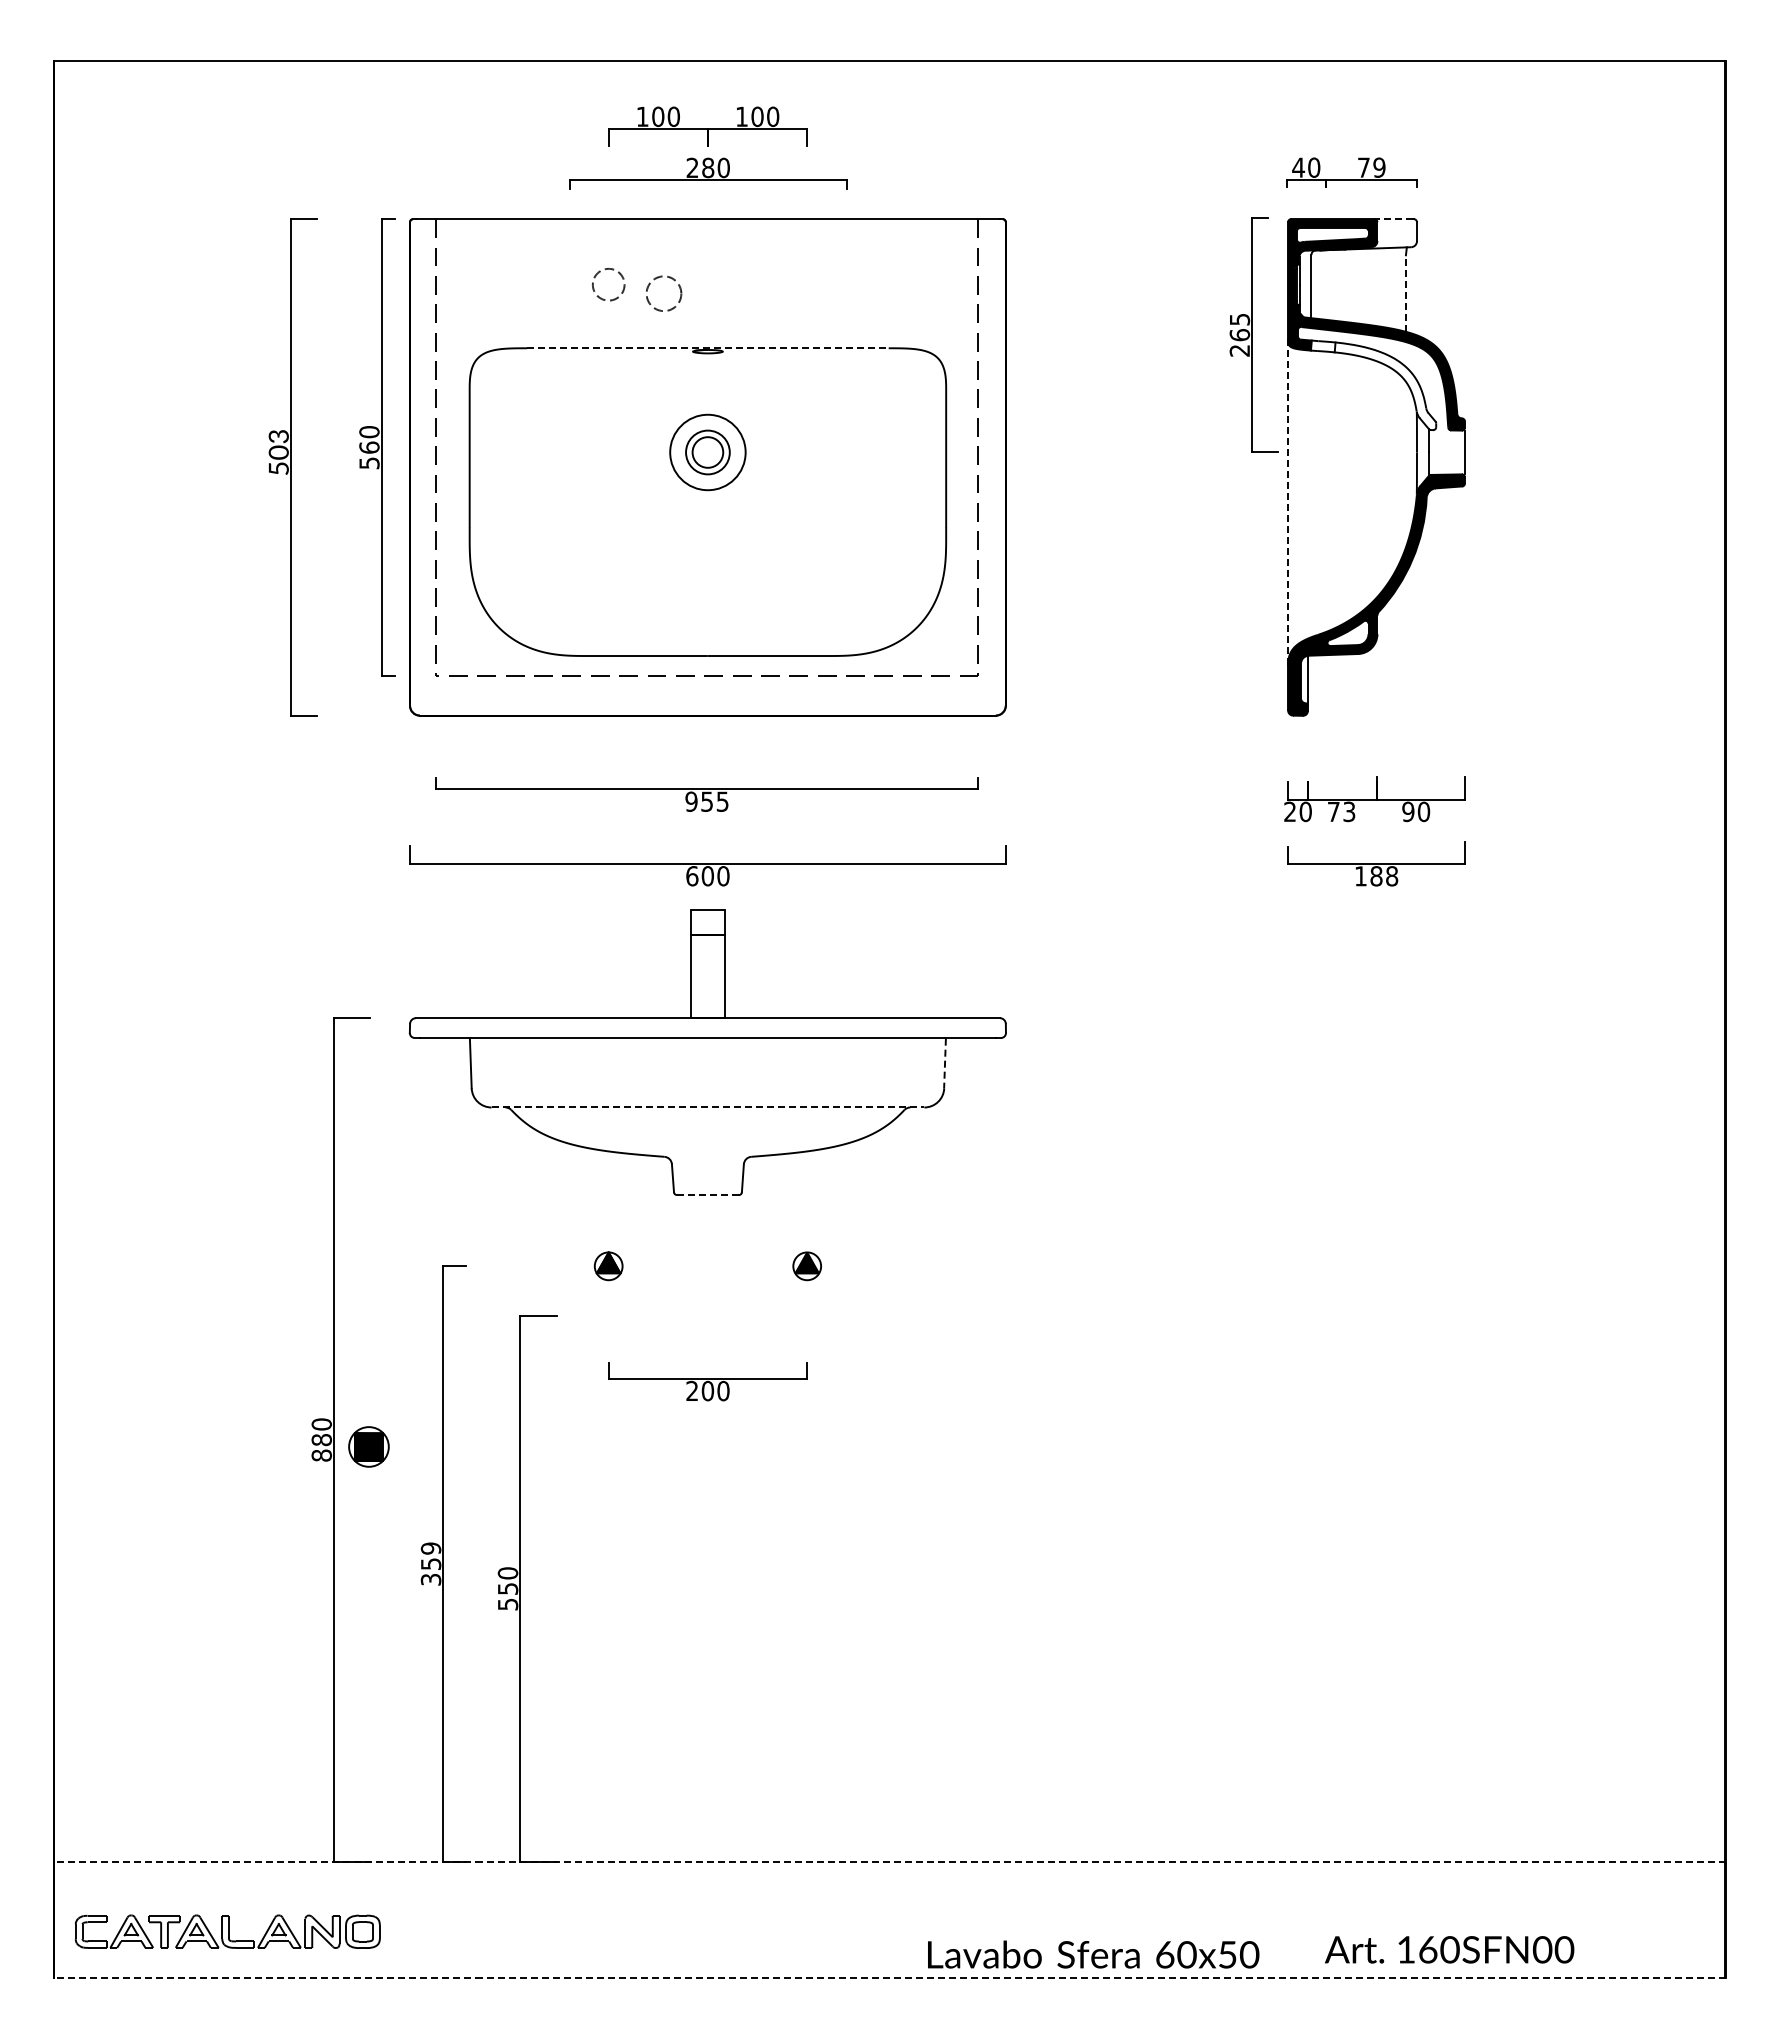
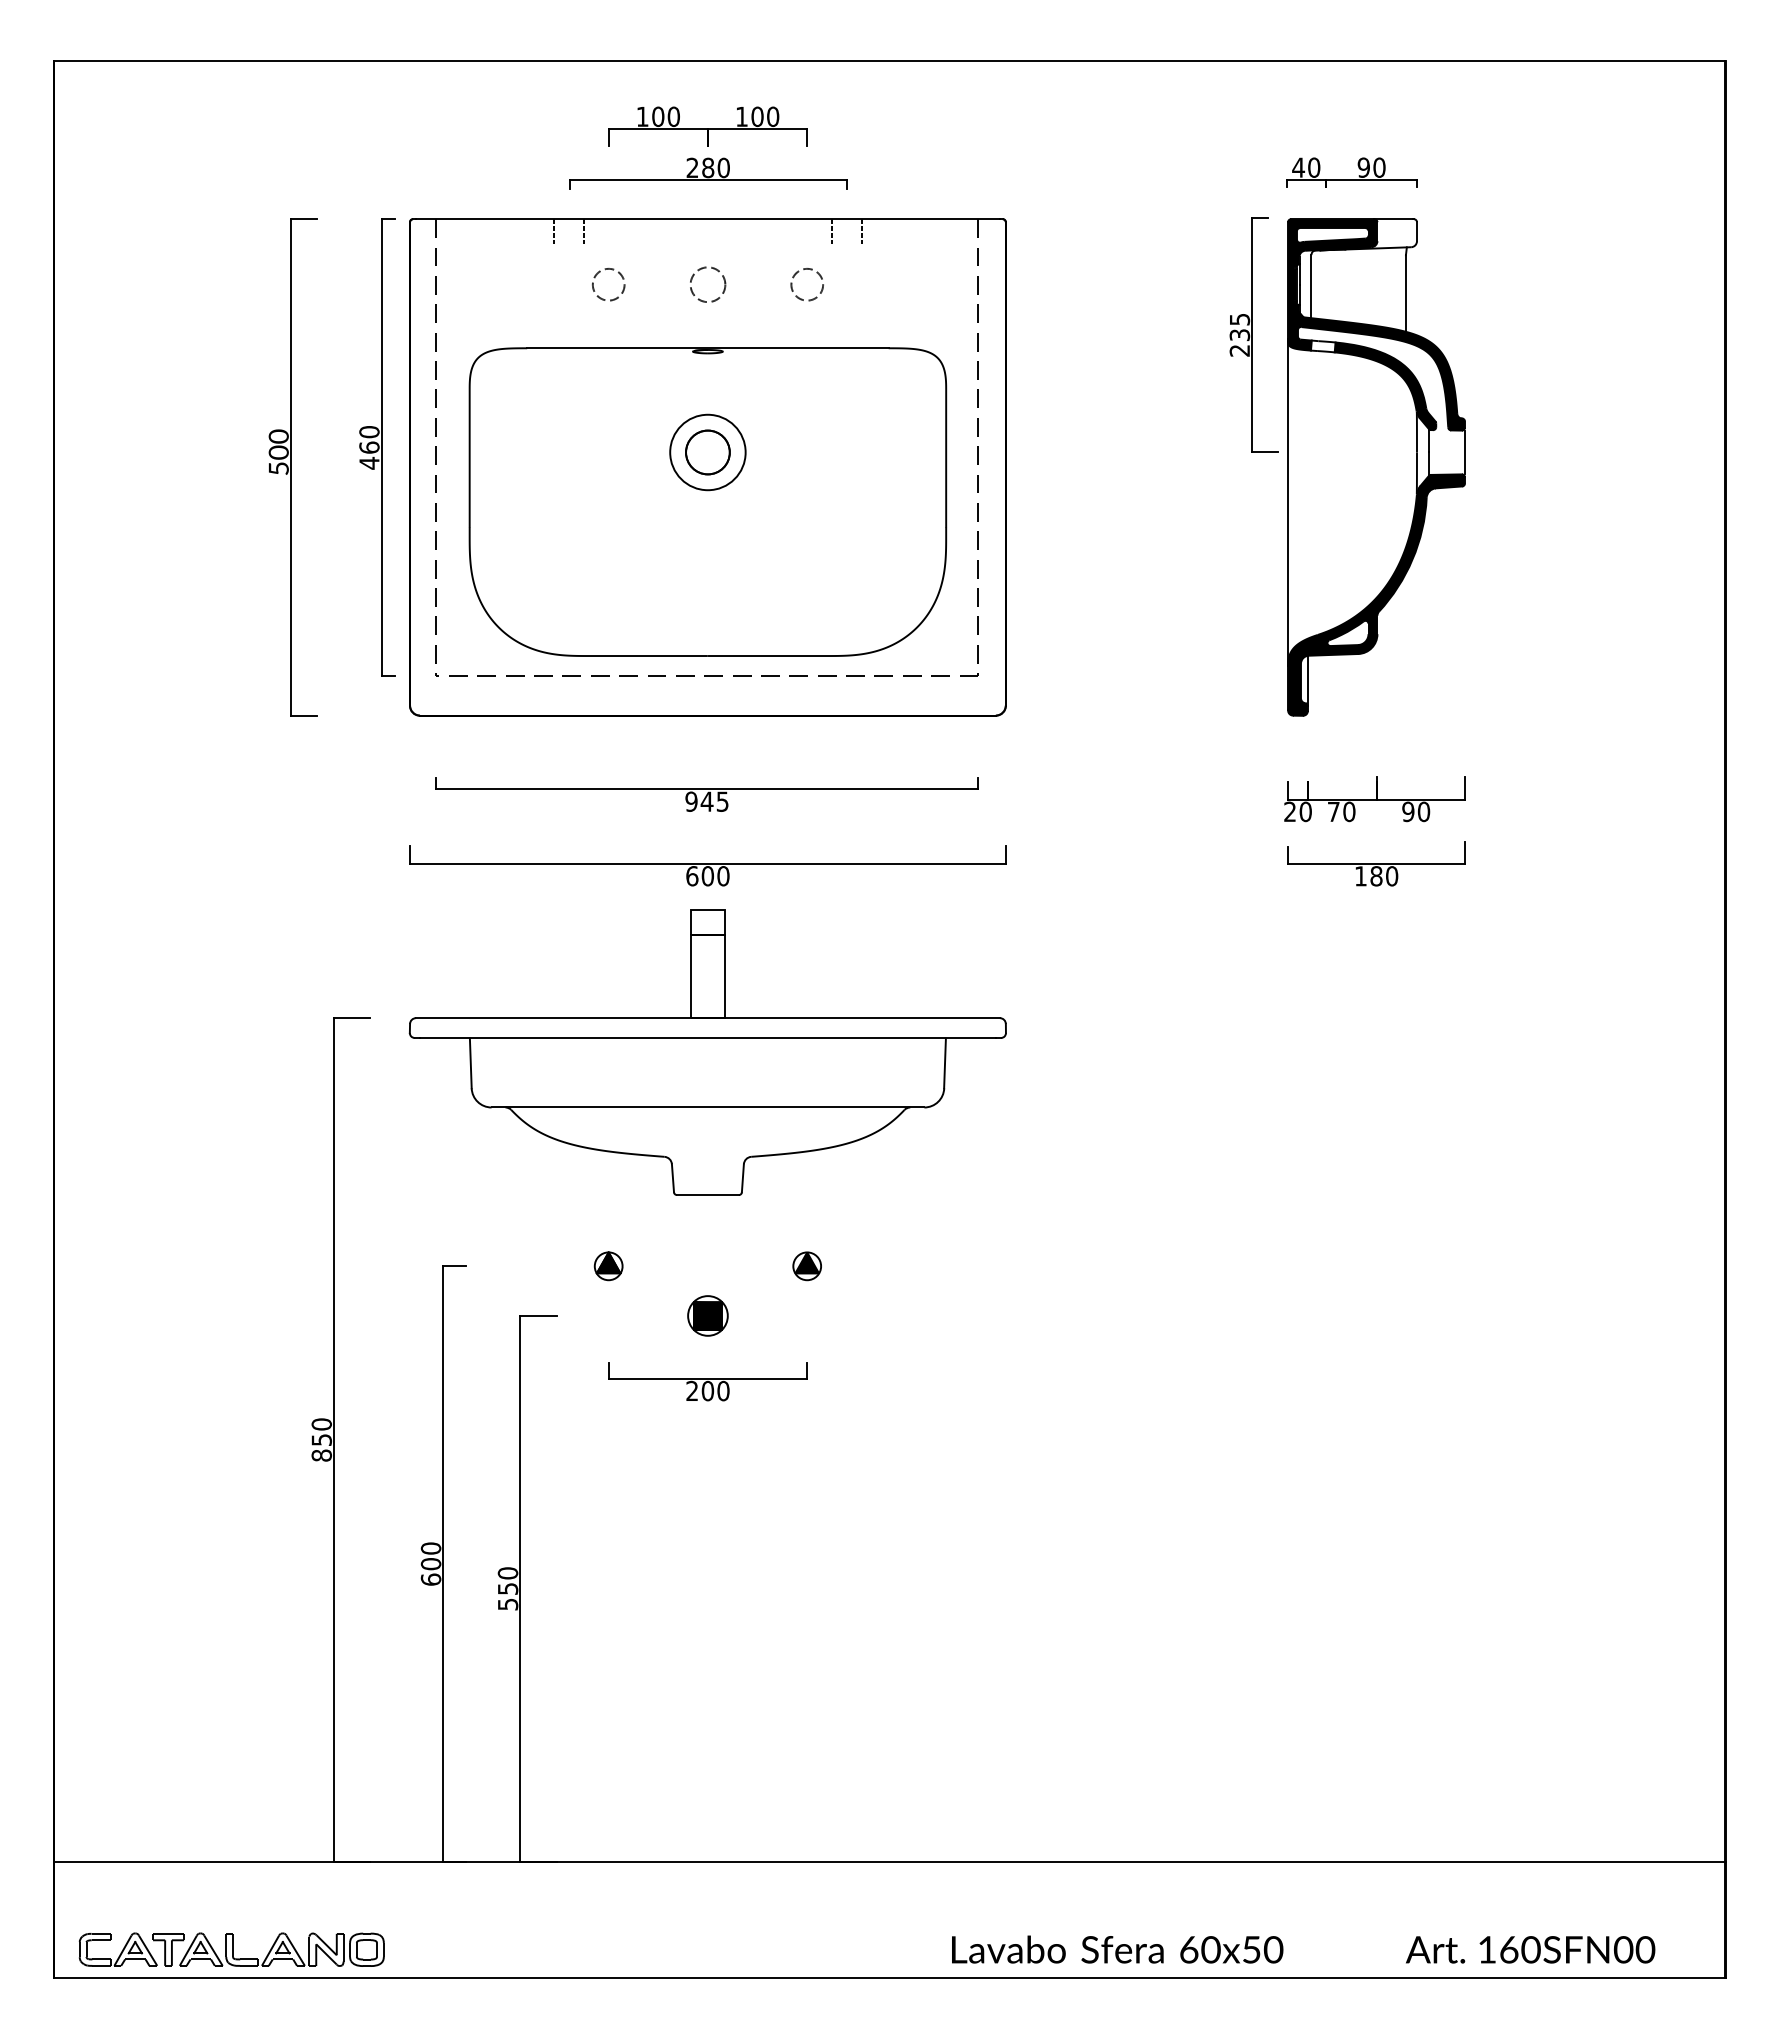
text at (1371, 167): 79 -> 90
line at (1393, 219): dashed -> solid
line at (554, 231): none -> present
line at (583, 231): none -> present
line at (832, 231): none -> present
line at (861, 231): none -> present
circle at (806, 284): none -> present
line at (1405, 292): dashed -> solid
circle at (664, 293) position: (664, 293) -> (708, 284)
text at (1239, 335): 265 -> 235
line at (707, 348): dashed -> solid
fill at (1385, 386): none -> present
text at (278, 436): 503 -> 500
circle at (707, 452) diameter: 31 px -> 44 px
text at (369, 462): 560 -> 460
line at (1288, 503): dashed -> solid
text at (706, 801): 955 -> 945
text at (1349, 811): 73 -> 70
text at (1392, 876): 188 -> 180
line at (945, 1063): dashed -> solid
line at (708, 1107): dashed -> solid
line at (707, 1195): dashed -> solid
text at (321, 1440): 880 -> 850
part at (368, 1446) position: (368, 1446) -> (707, 1315)
text at (430, 1563): 359 -> 600
line at (889, 1861): dashed -> solid
part at (227, 1931) position: (227, 1931) -> (231, 1949)
text at (1449, 1949) position: (1449, 1949) -> (1530, 1949)
text at (1093, 1954) position: (1093, 1954) -> (1117, 1949)
line at (889, 1977): dashed -> solid
